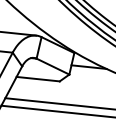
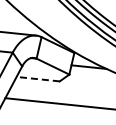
line at (38, 79): solid -> dashed
line at (57, 111): present -> none
